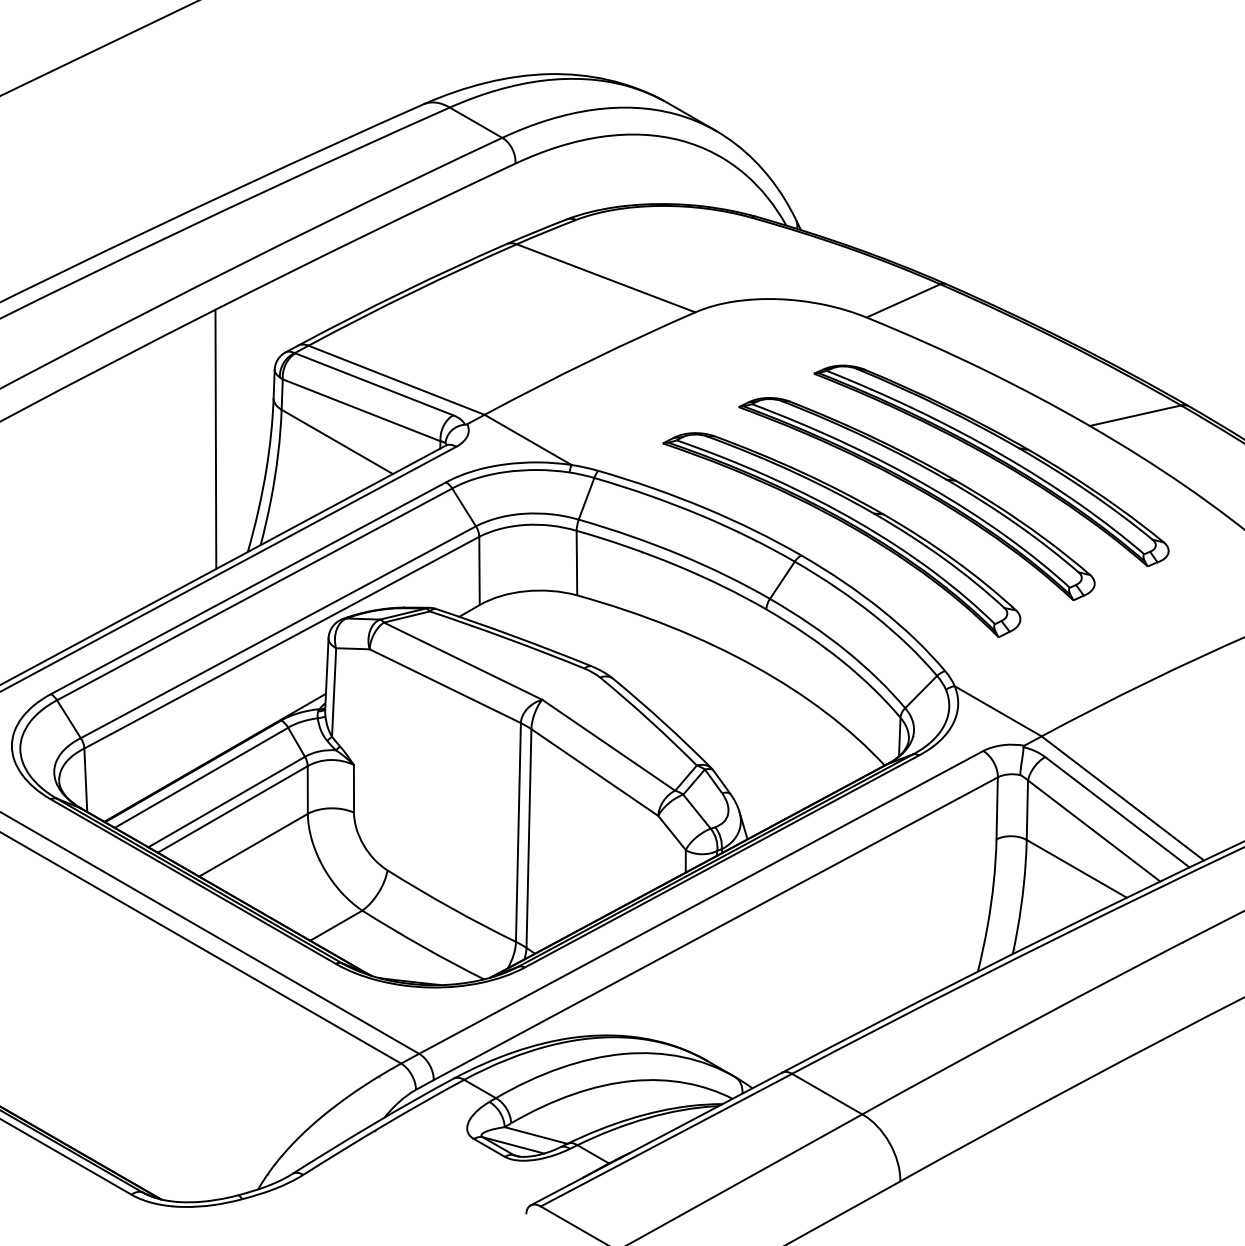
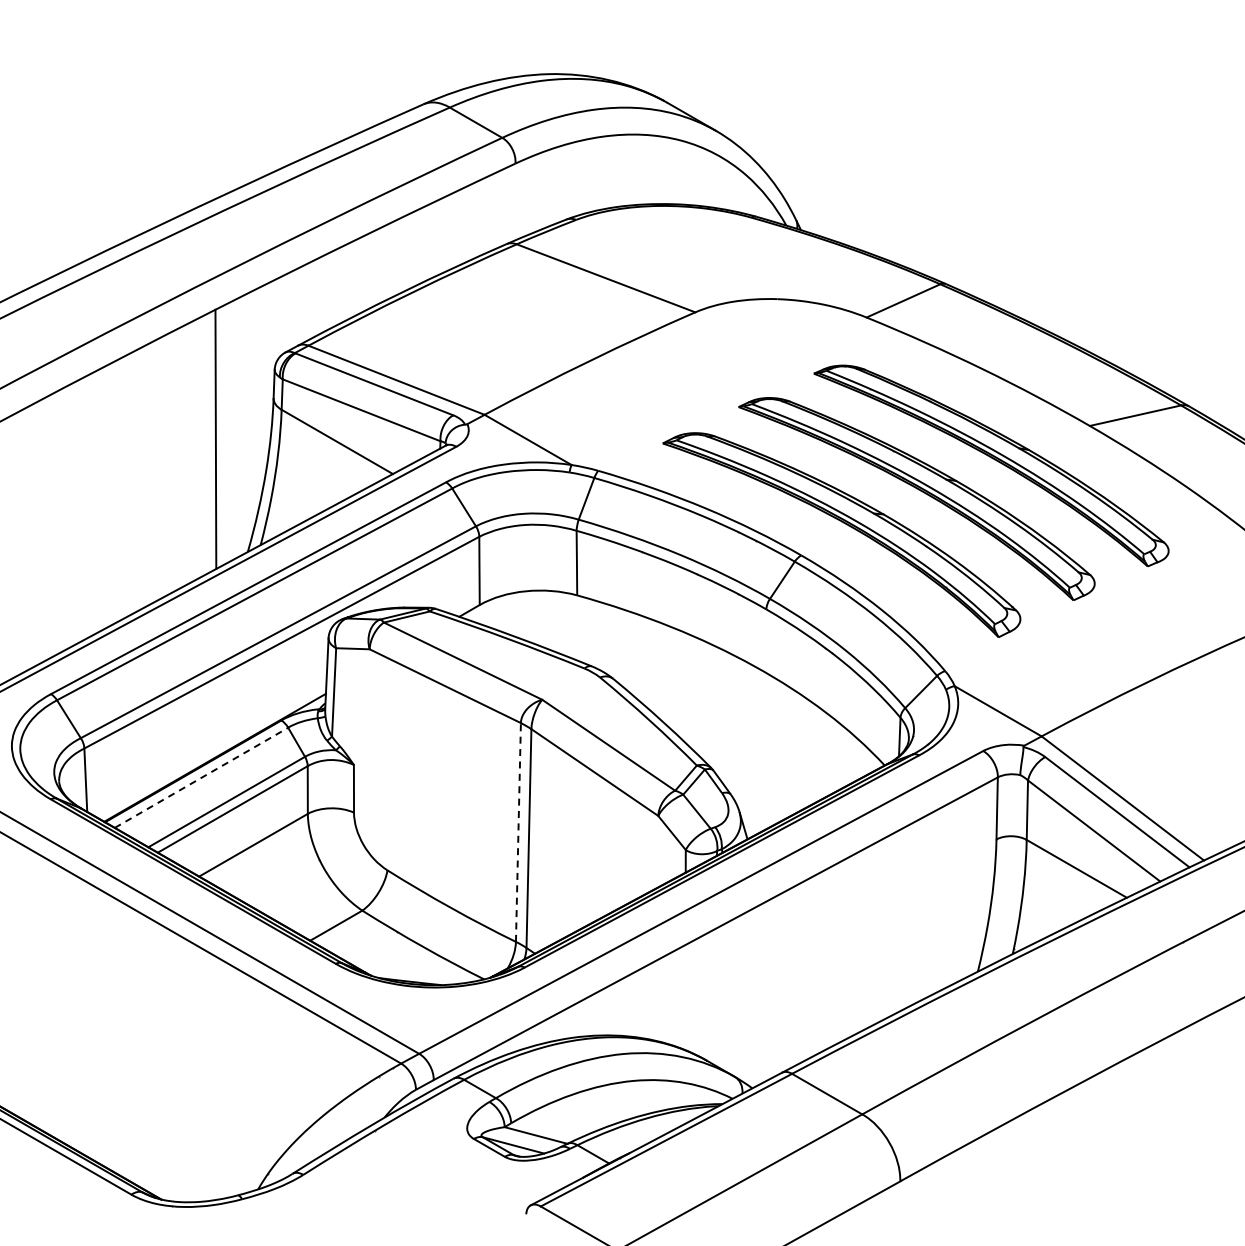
line at (98, 48): present -> none
line at (201, 777): solid -> dashed
line at (518, 831): solid -> dashed
